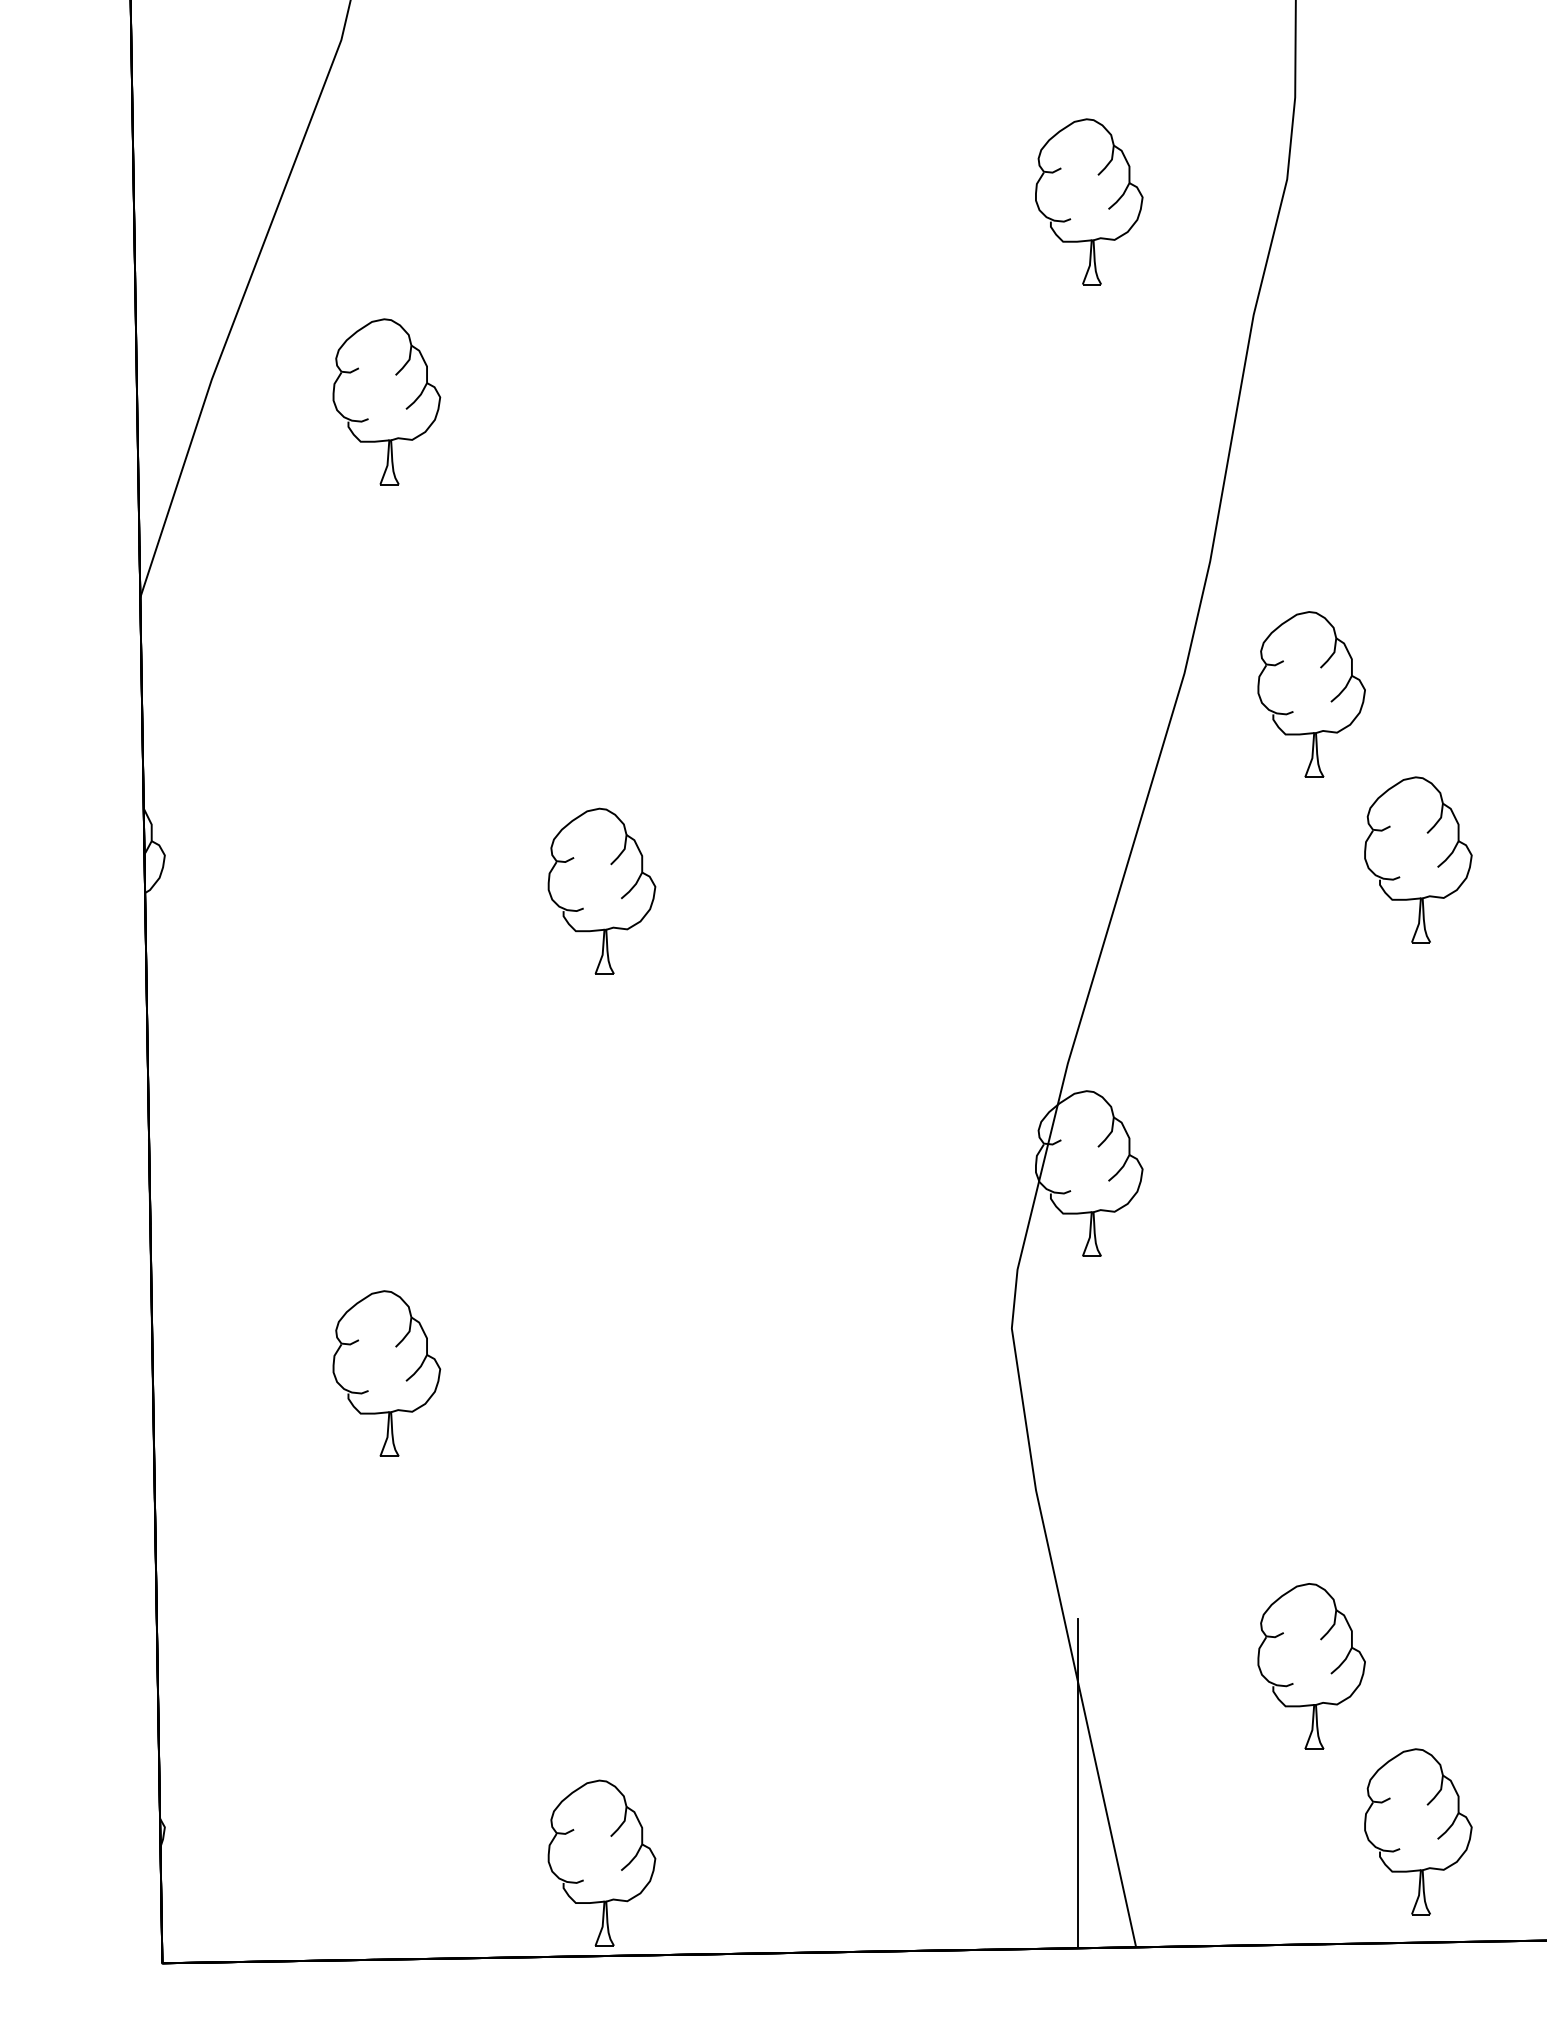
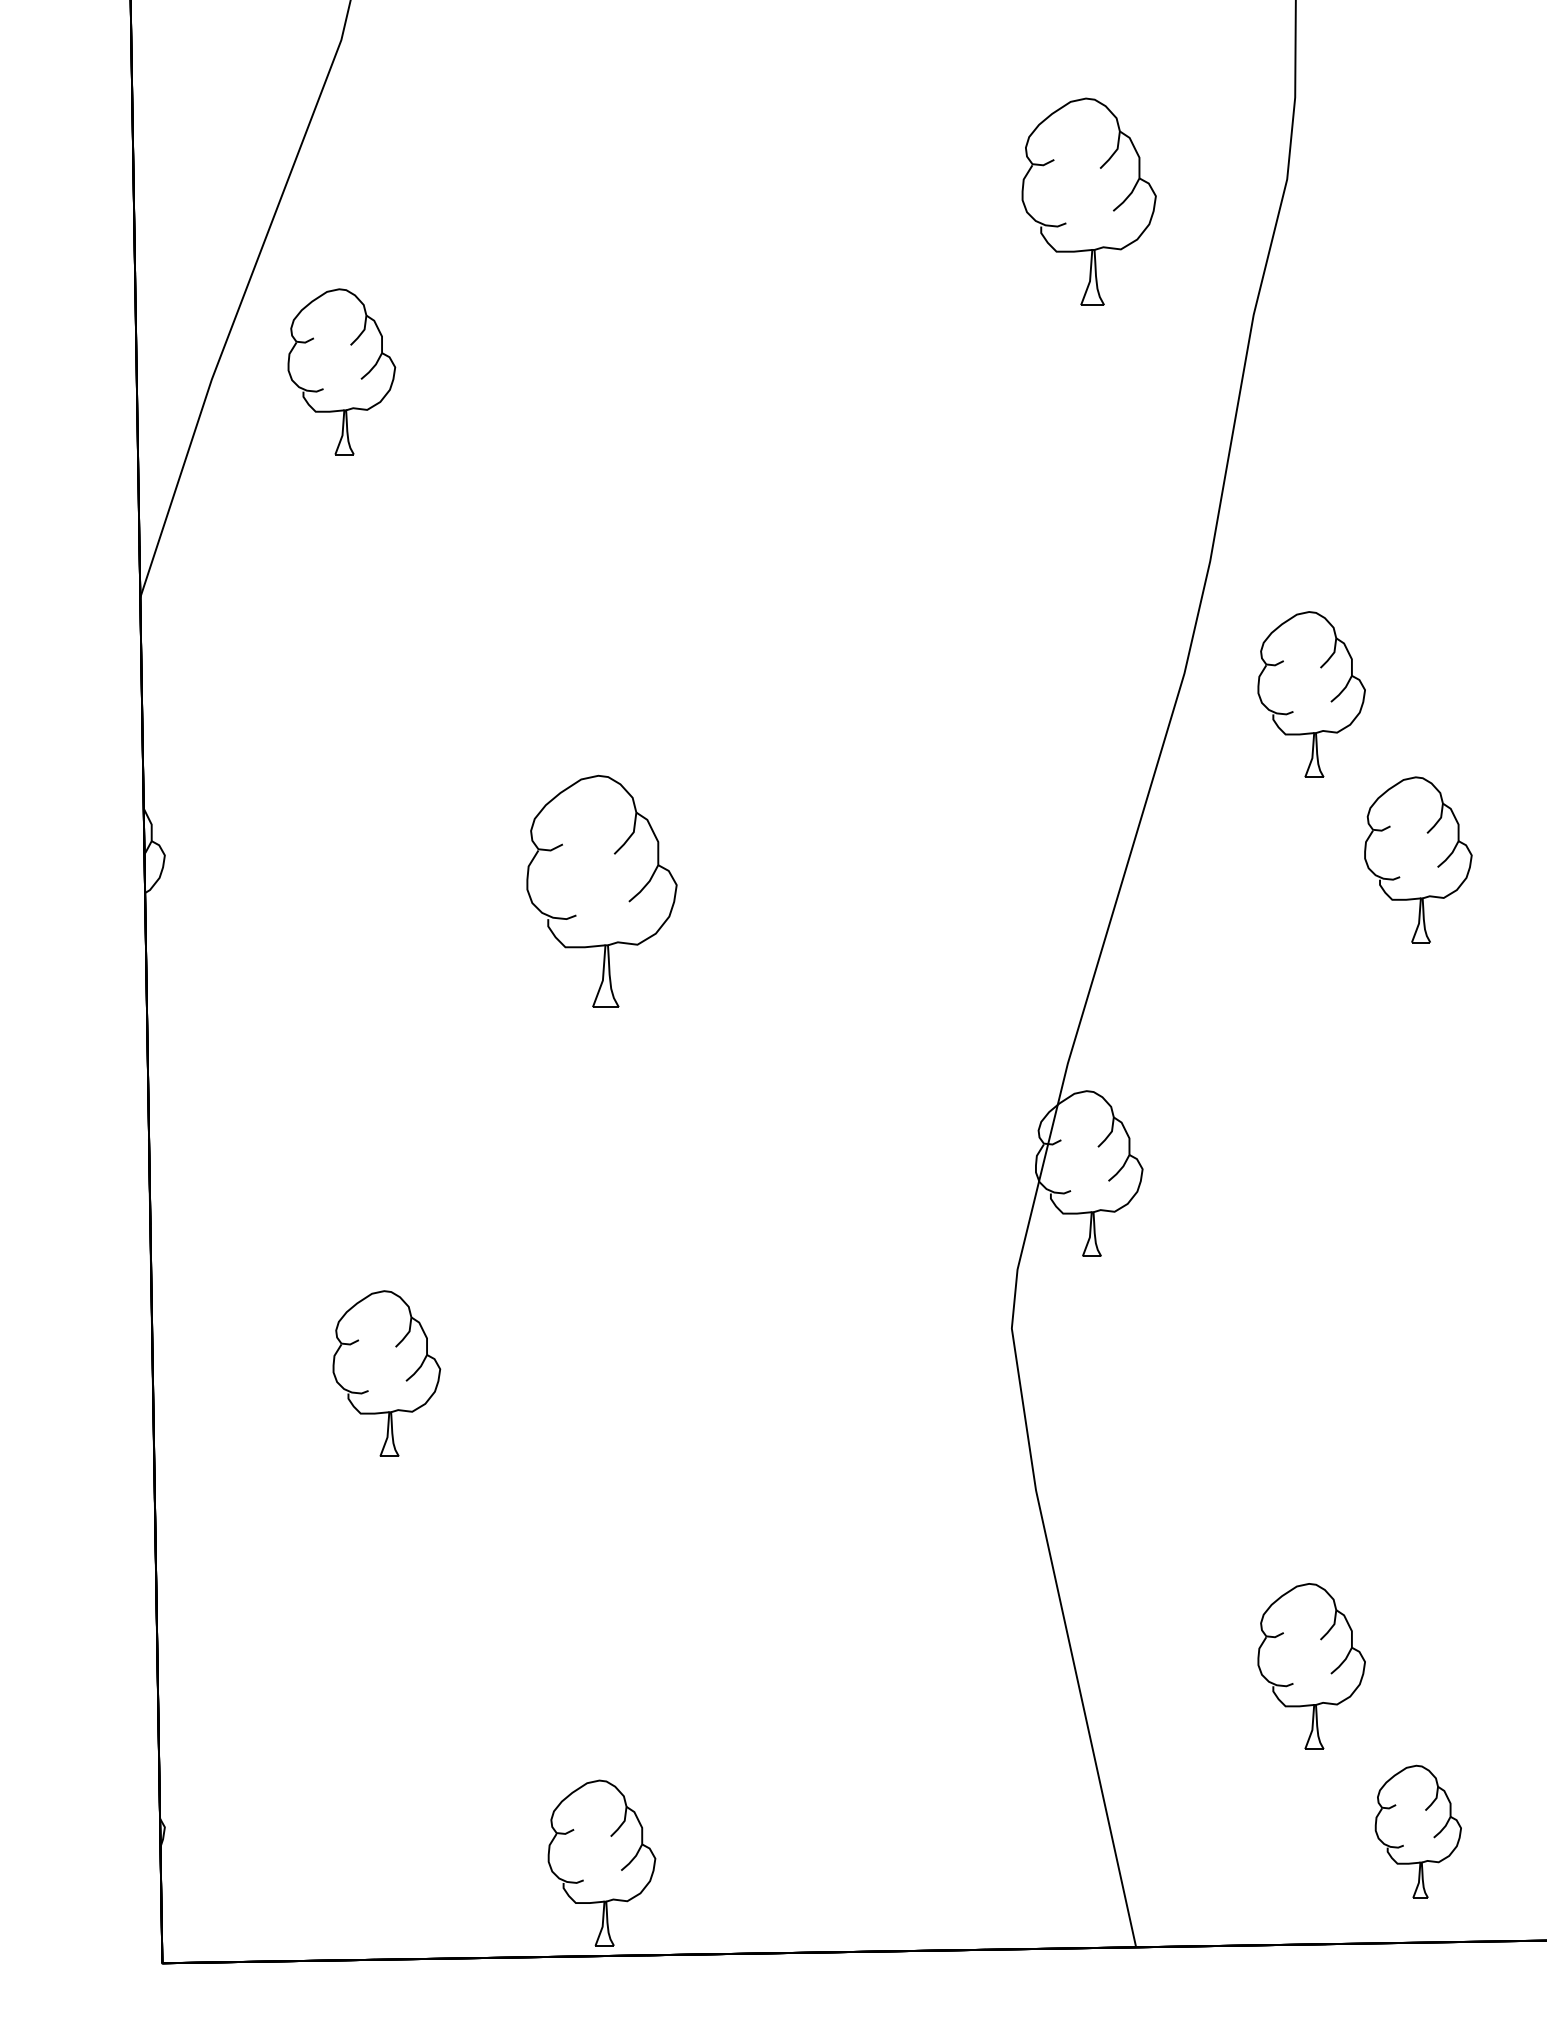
part at (1089, 201) size: 109x168 px -> 136x209 px
part at (386, 401) position: (386, 401) -> (341, 371)
part at (601, 890) size: 110x168 px -> 152x234 px
line at (1077, 1783): present -> none
part at (1418, 1831) size: 109x168 px -> 88x135 px
